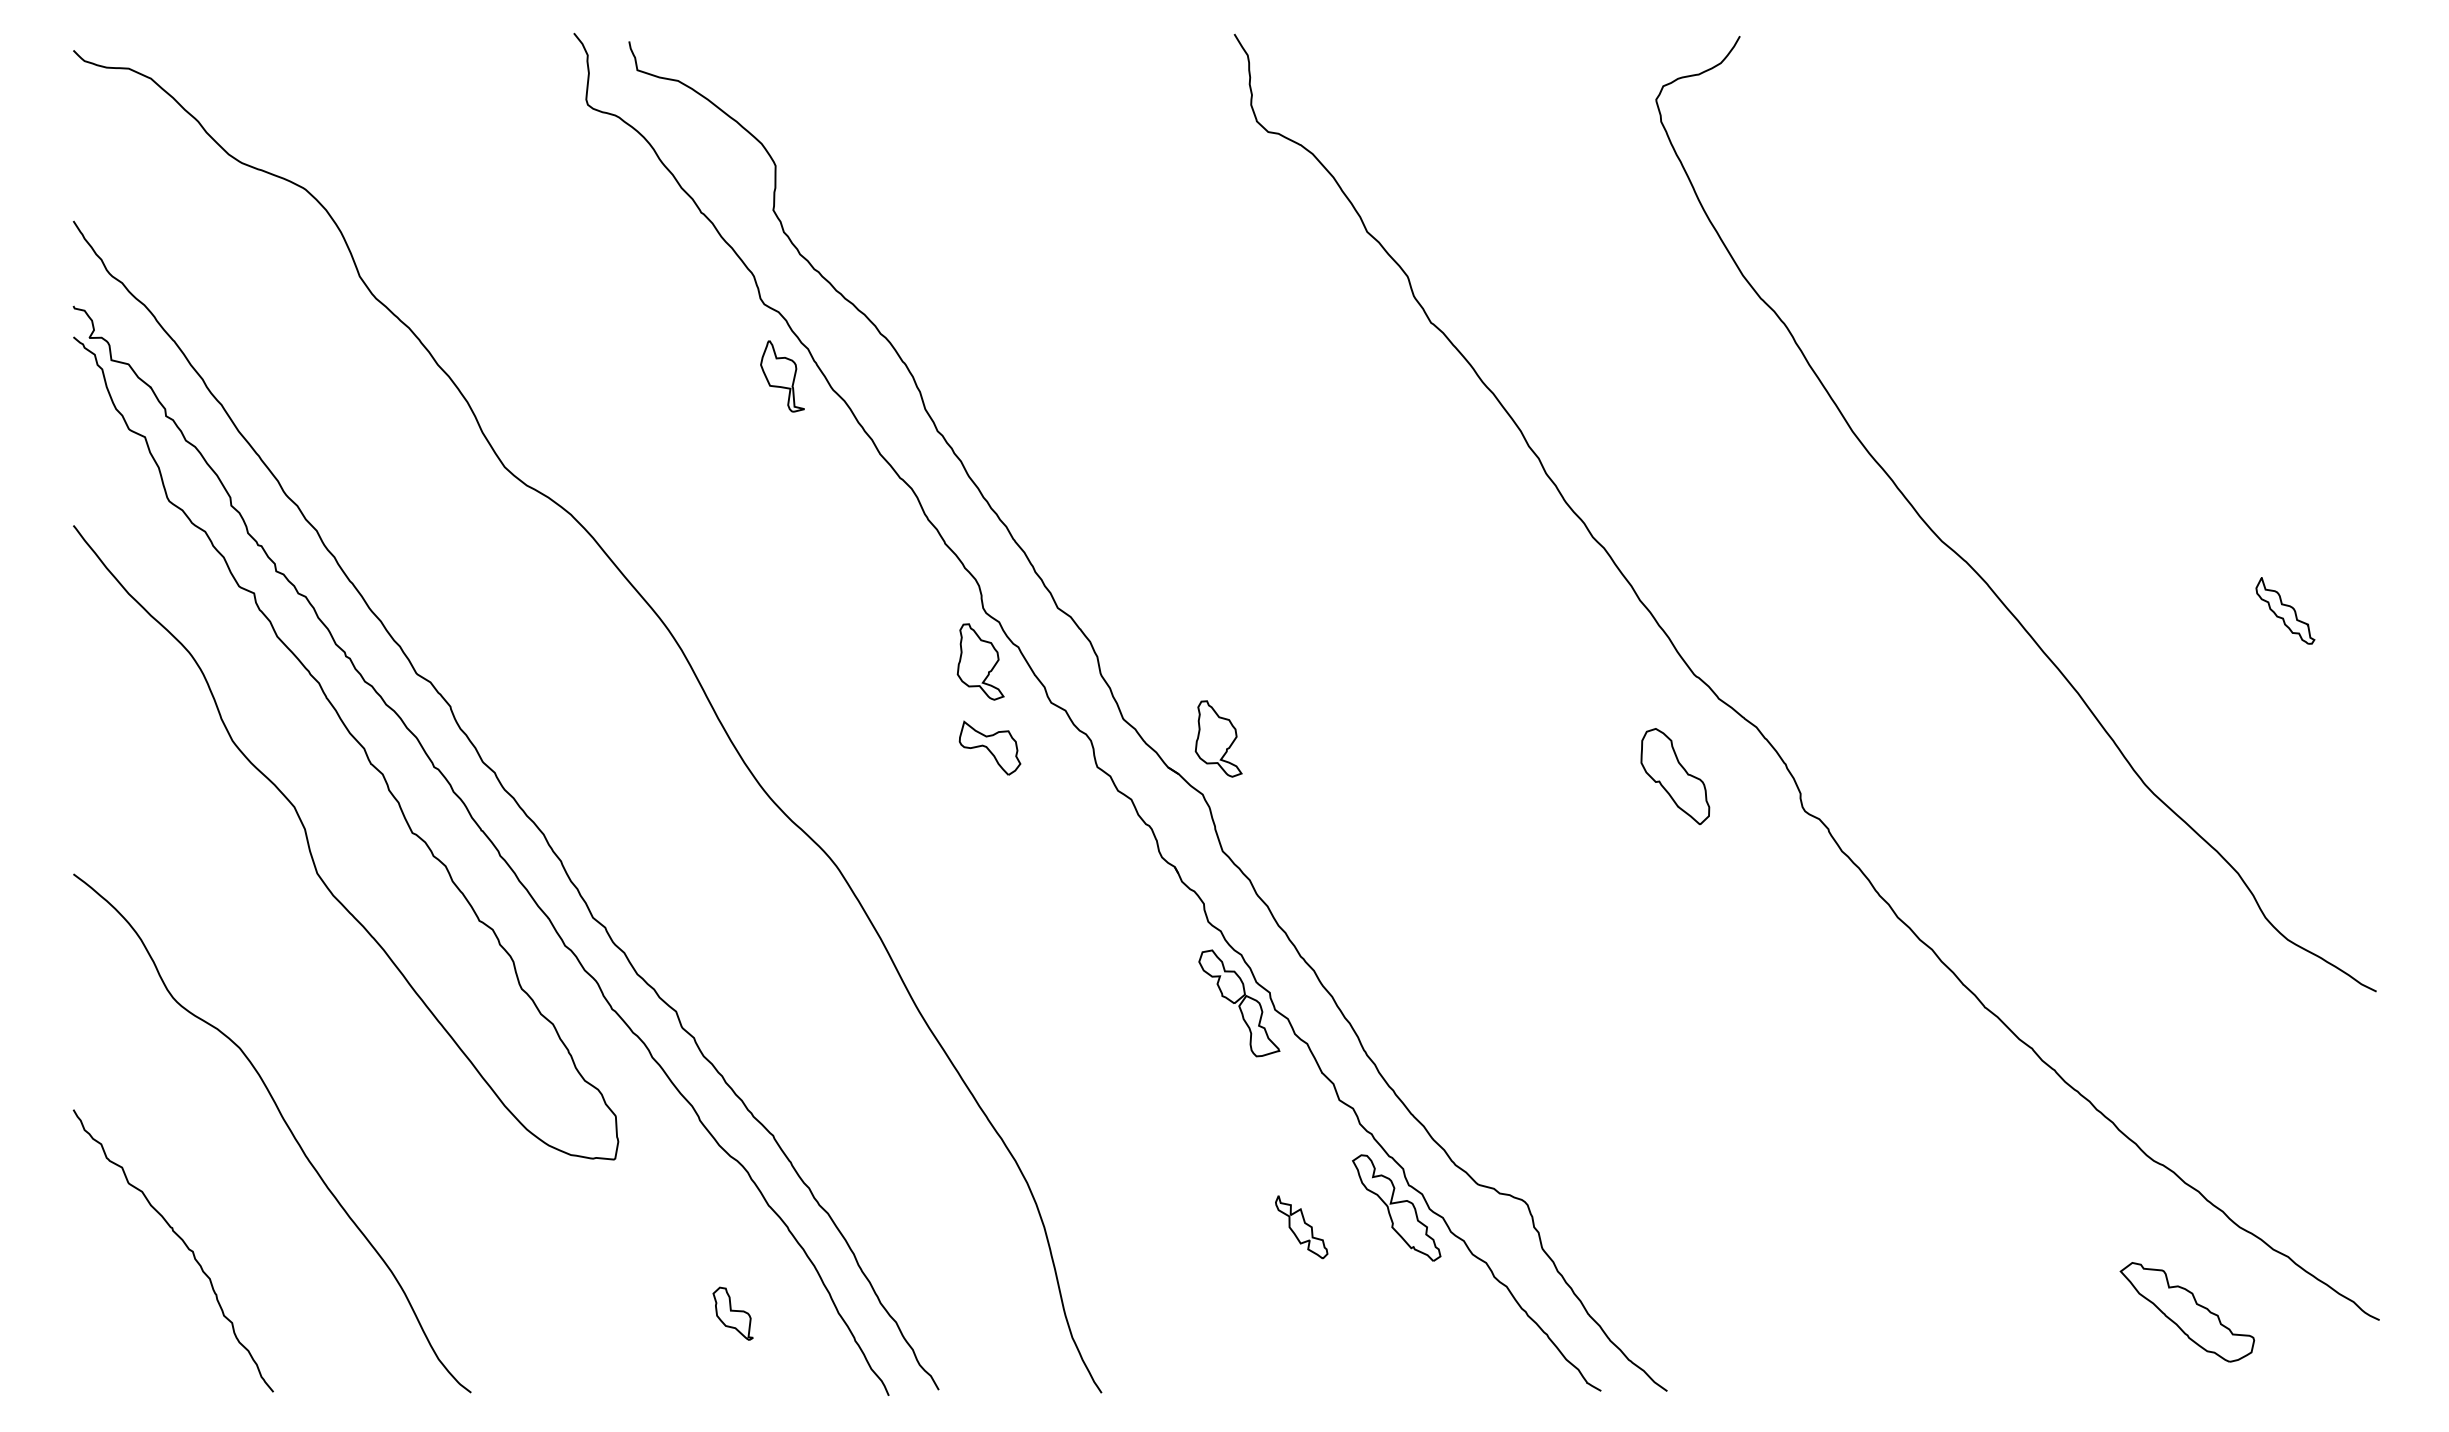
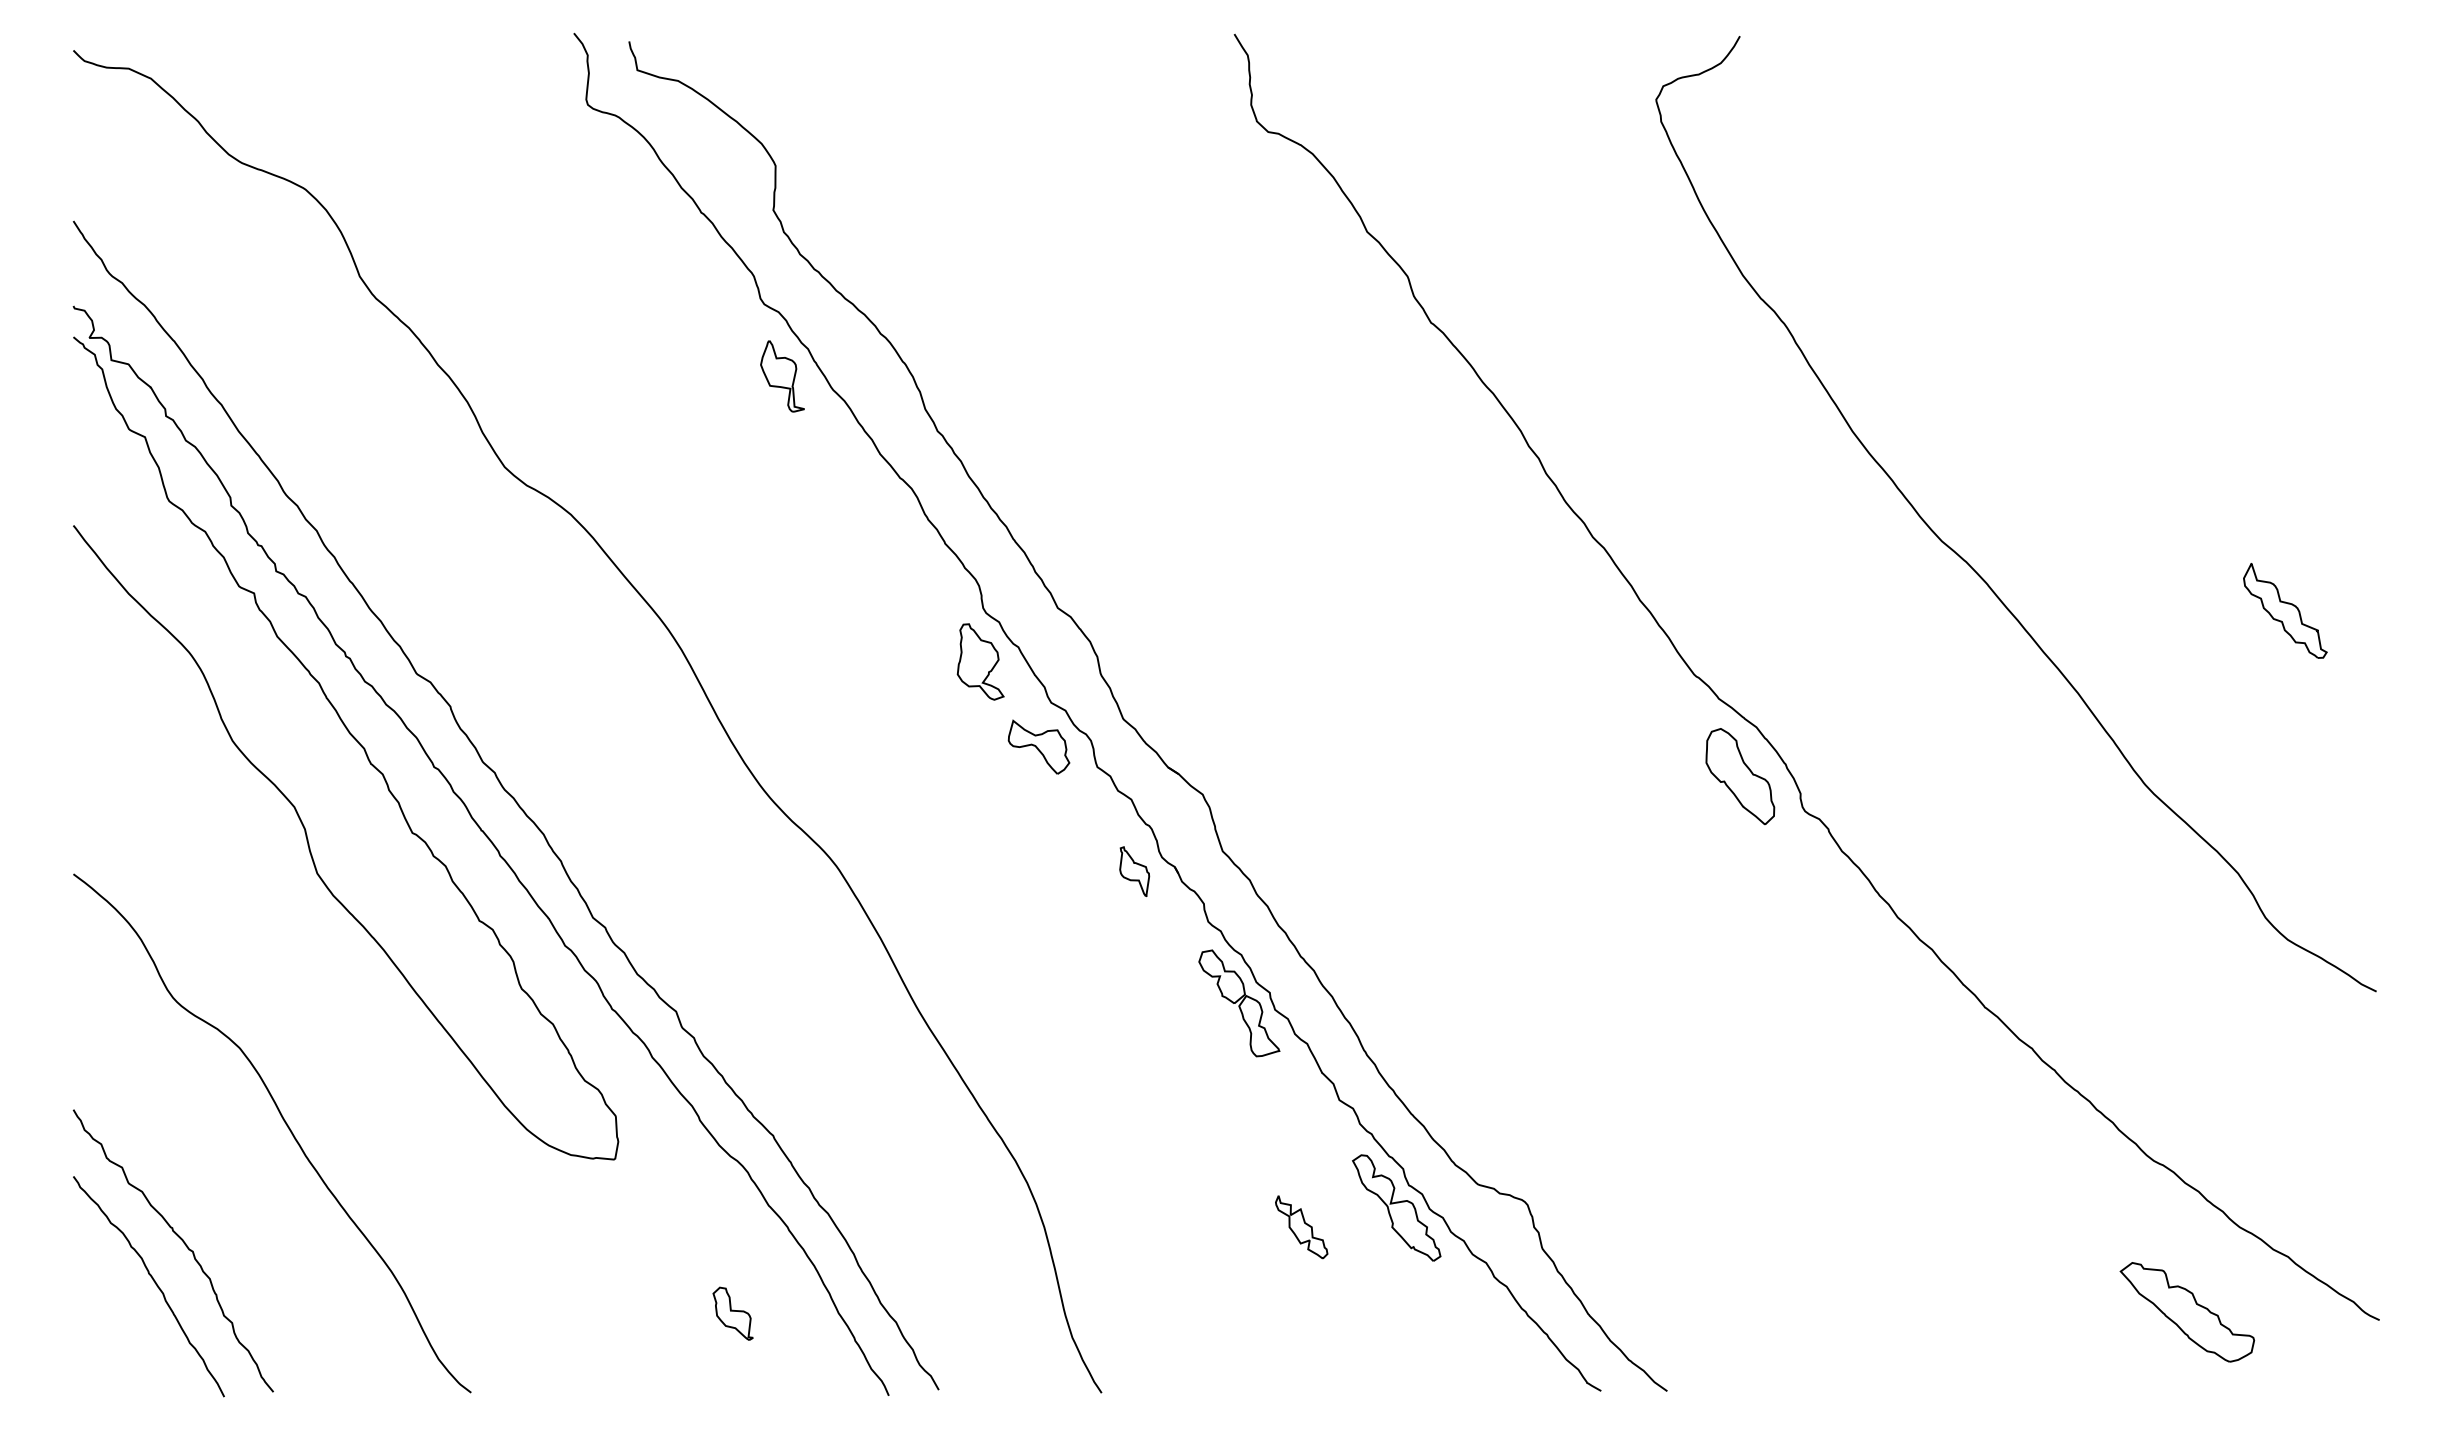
part at (2285, 610) size: 61x68 px -> 85x96 px
part at (1218, 738): present -> none
part at (989, 747) position: (989, 747) -> (1038, 746)
part at (1675, 776) position: (1675, 776) -> (1740, 776)
part at (1134, 871): none -> present
curve at (154, 1283): none -> present
